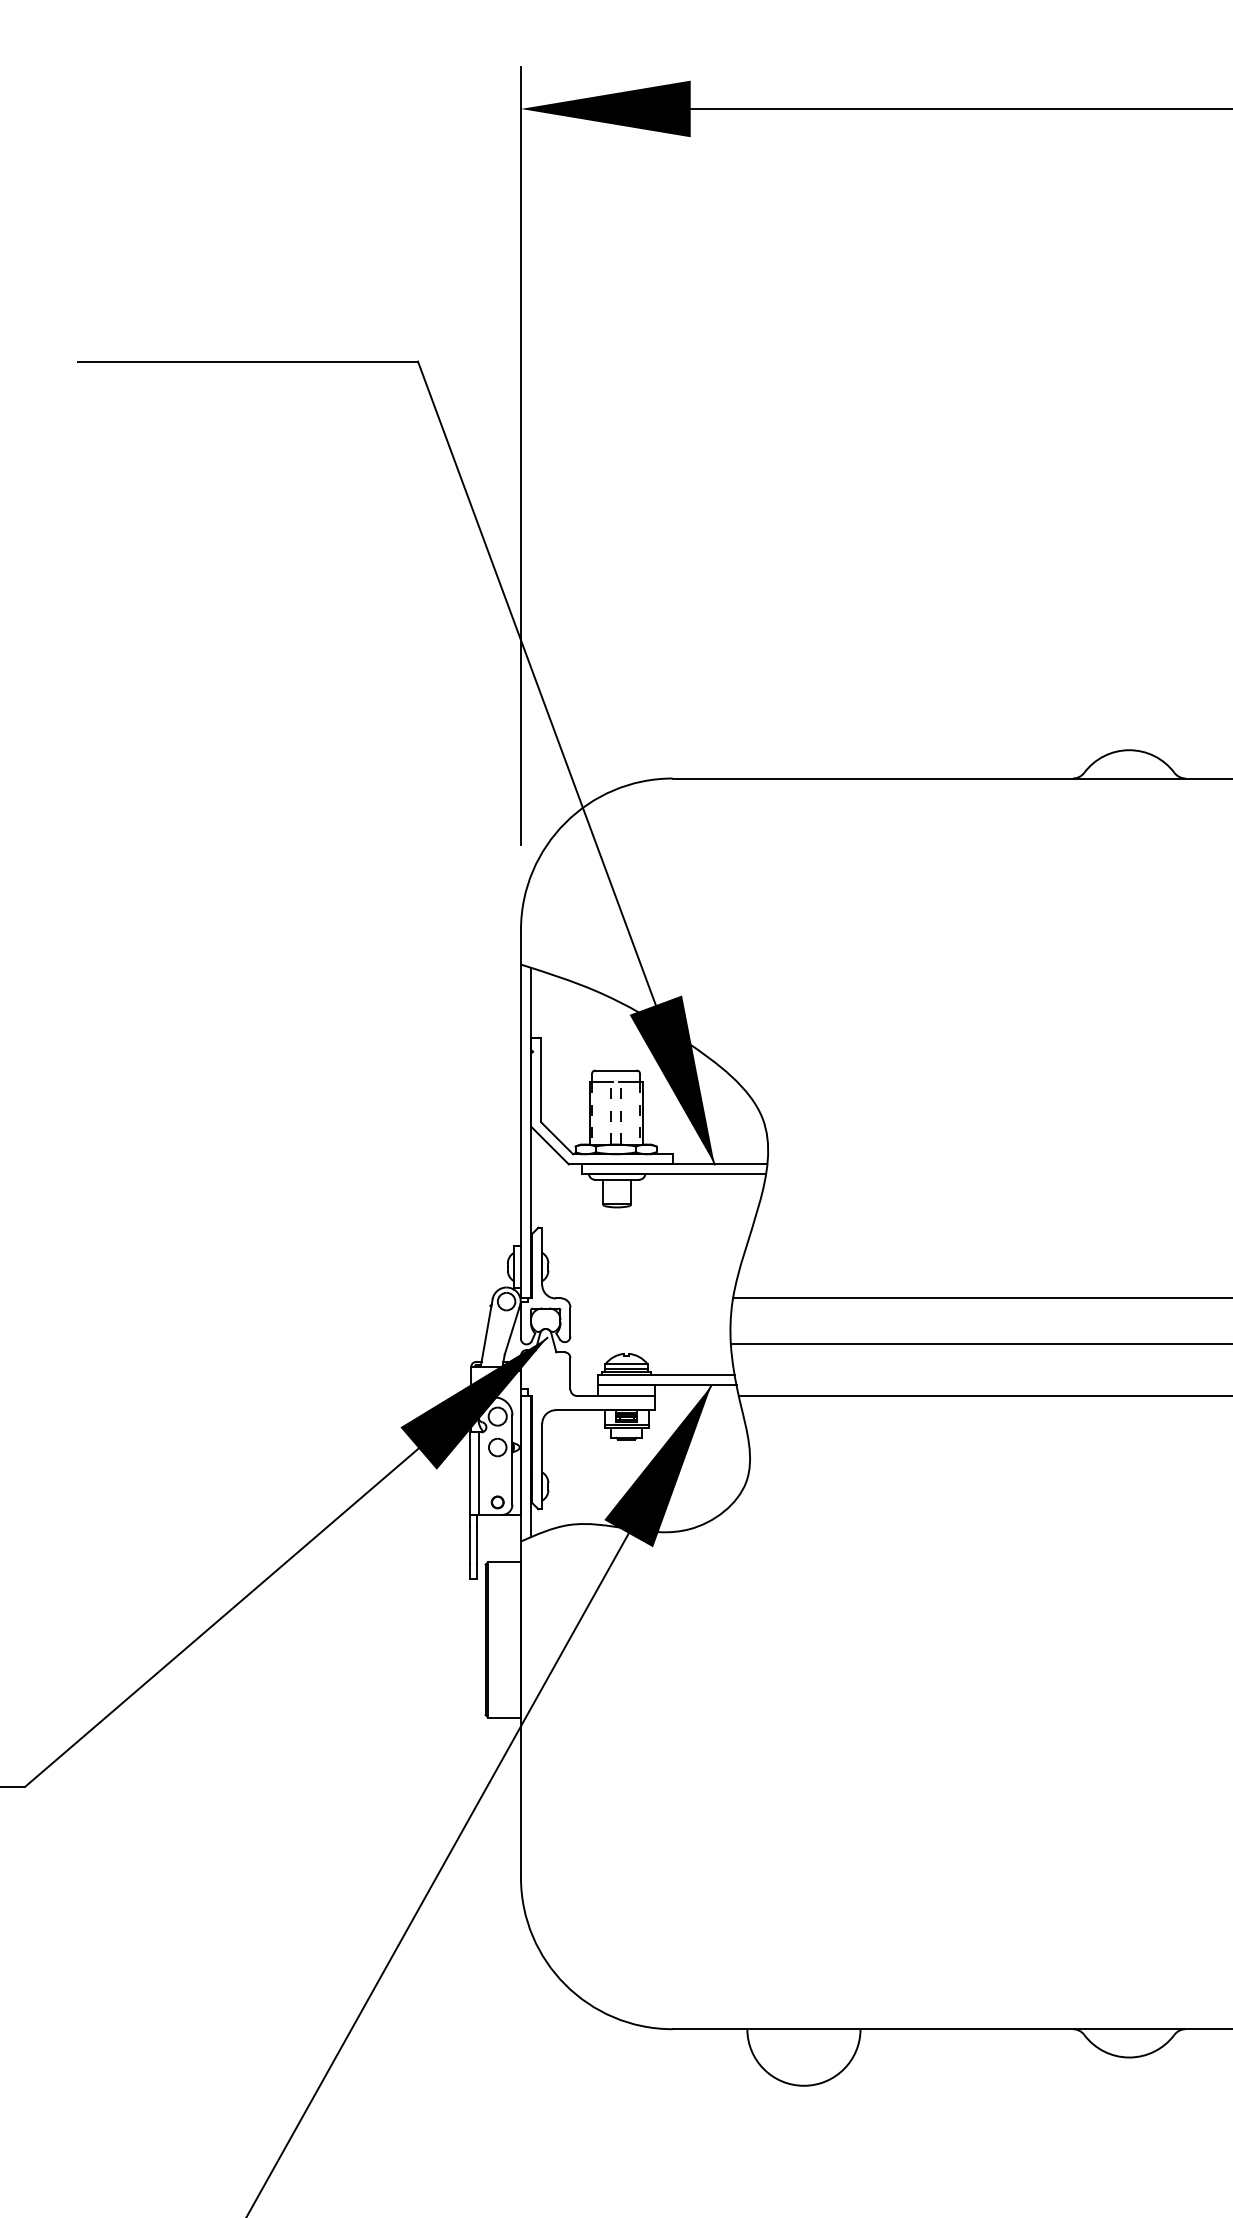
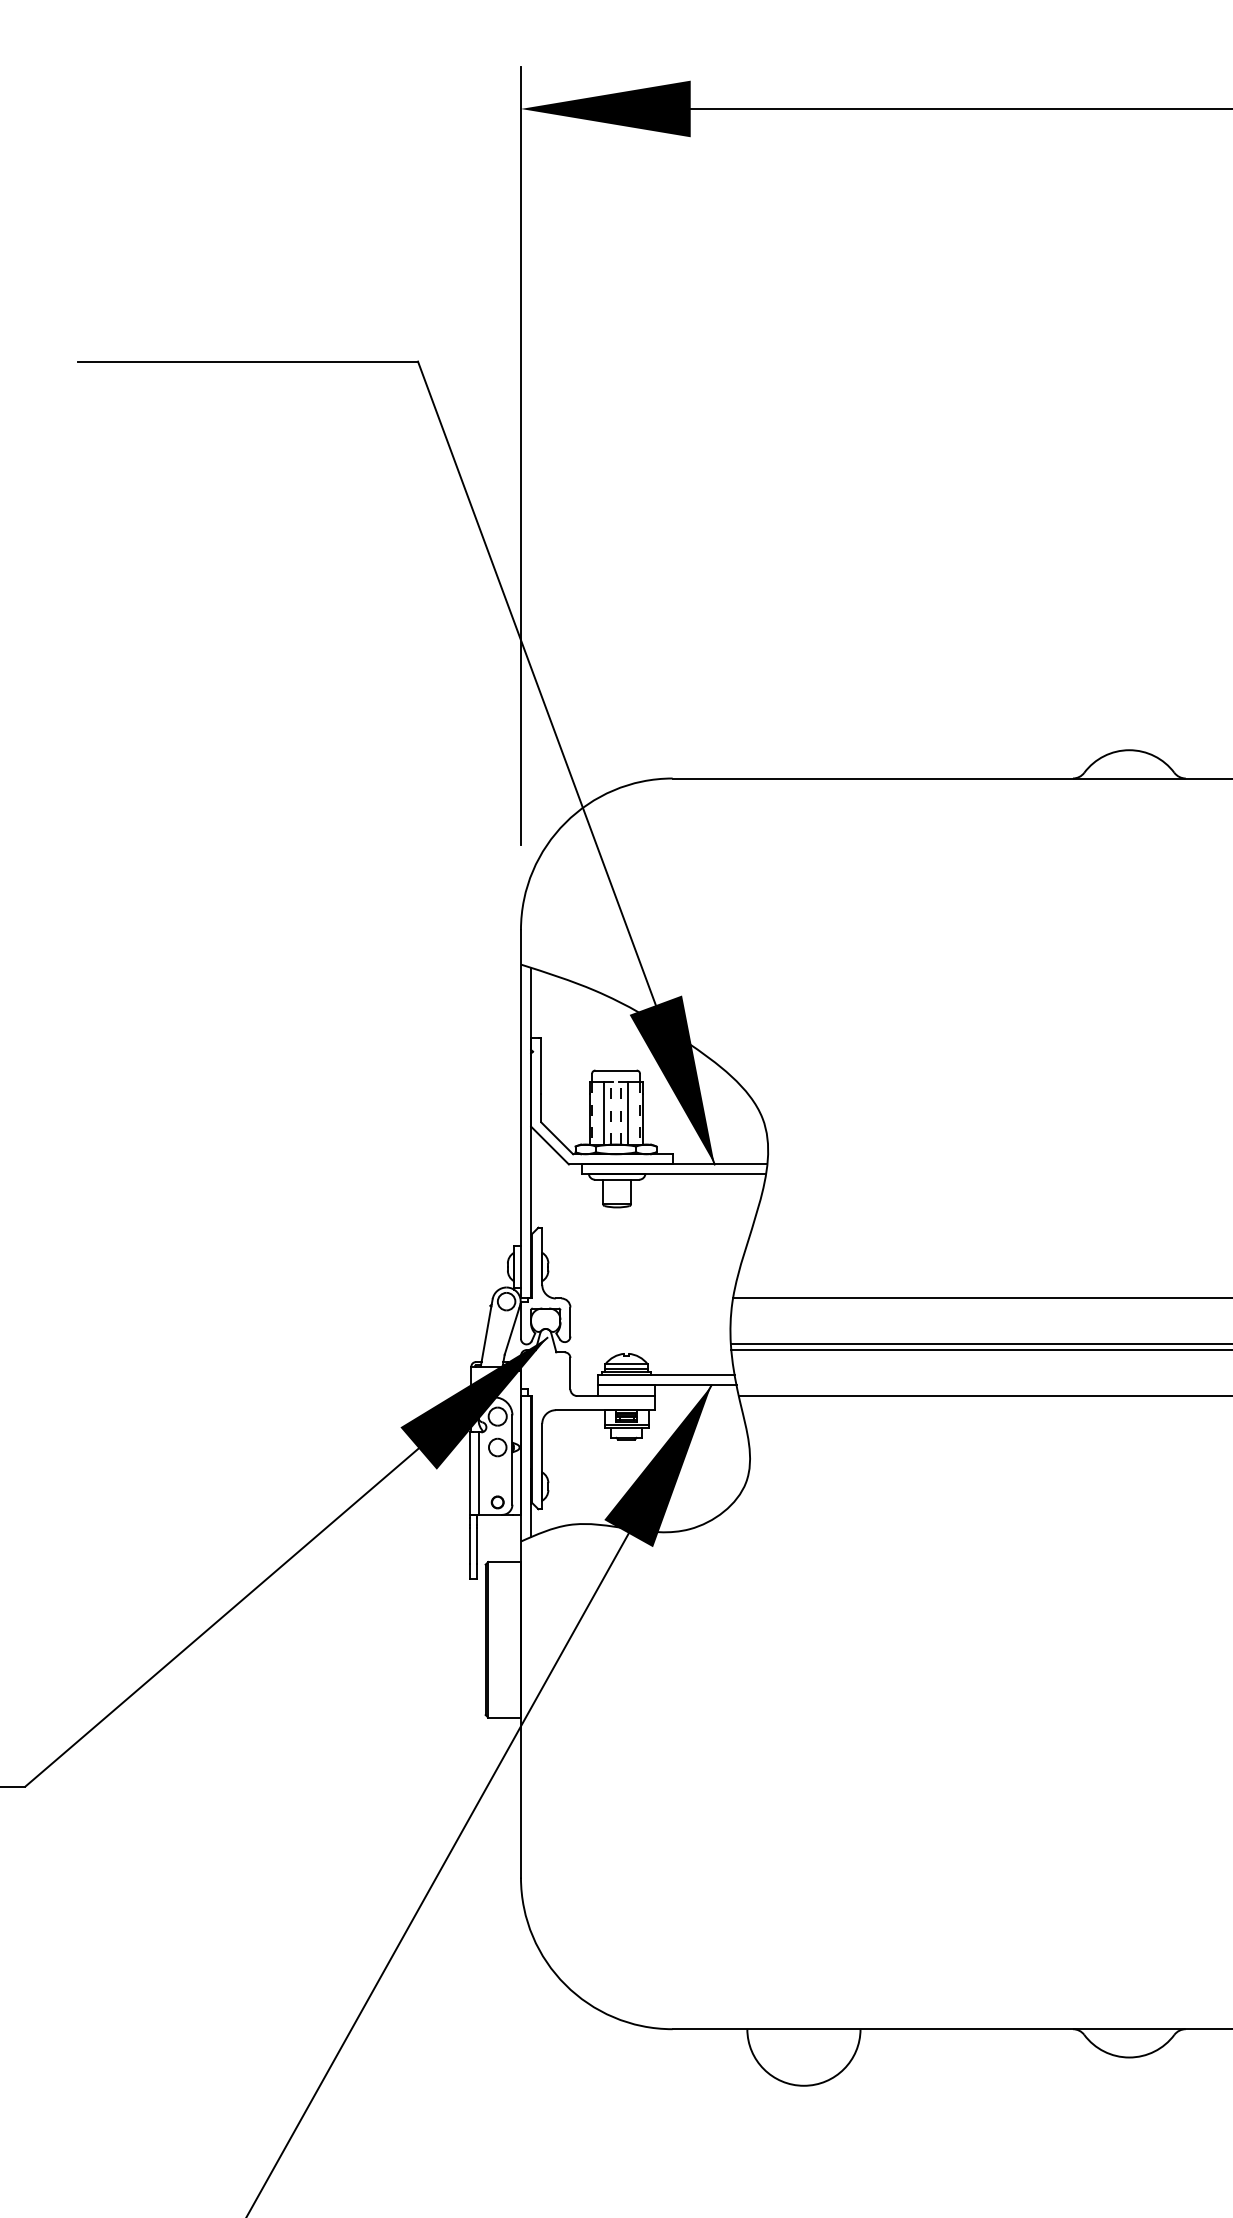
line at (604, 1112): none -> present
line at (627, 1112): none -> present
line at (980, 1350): none -> present
